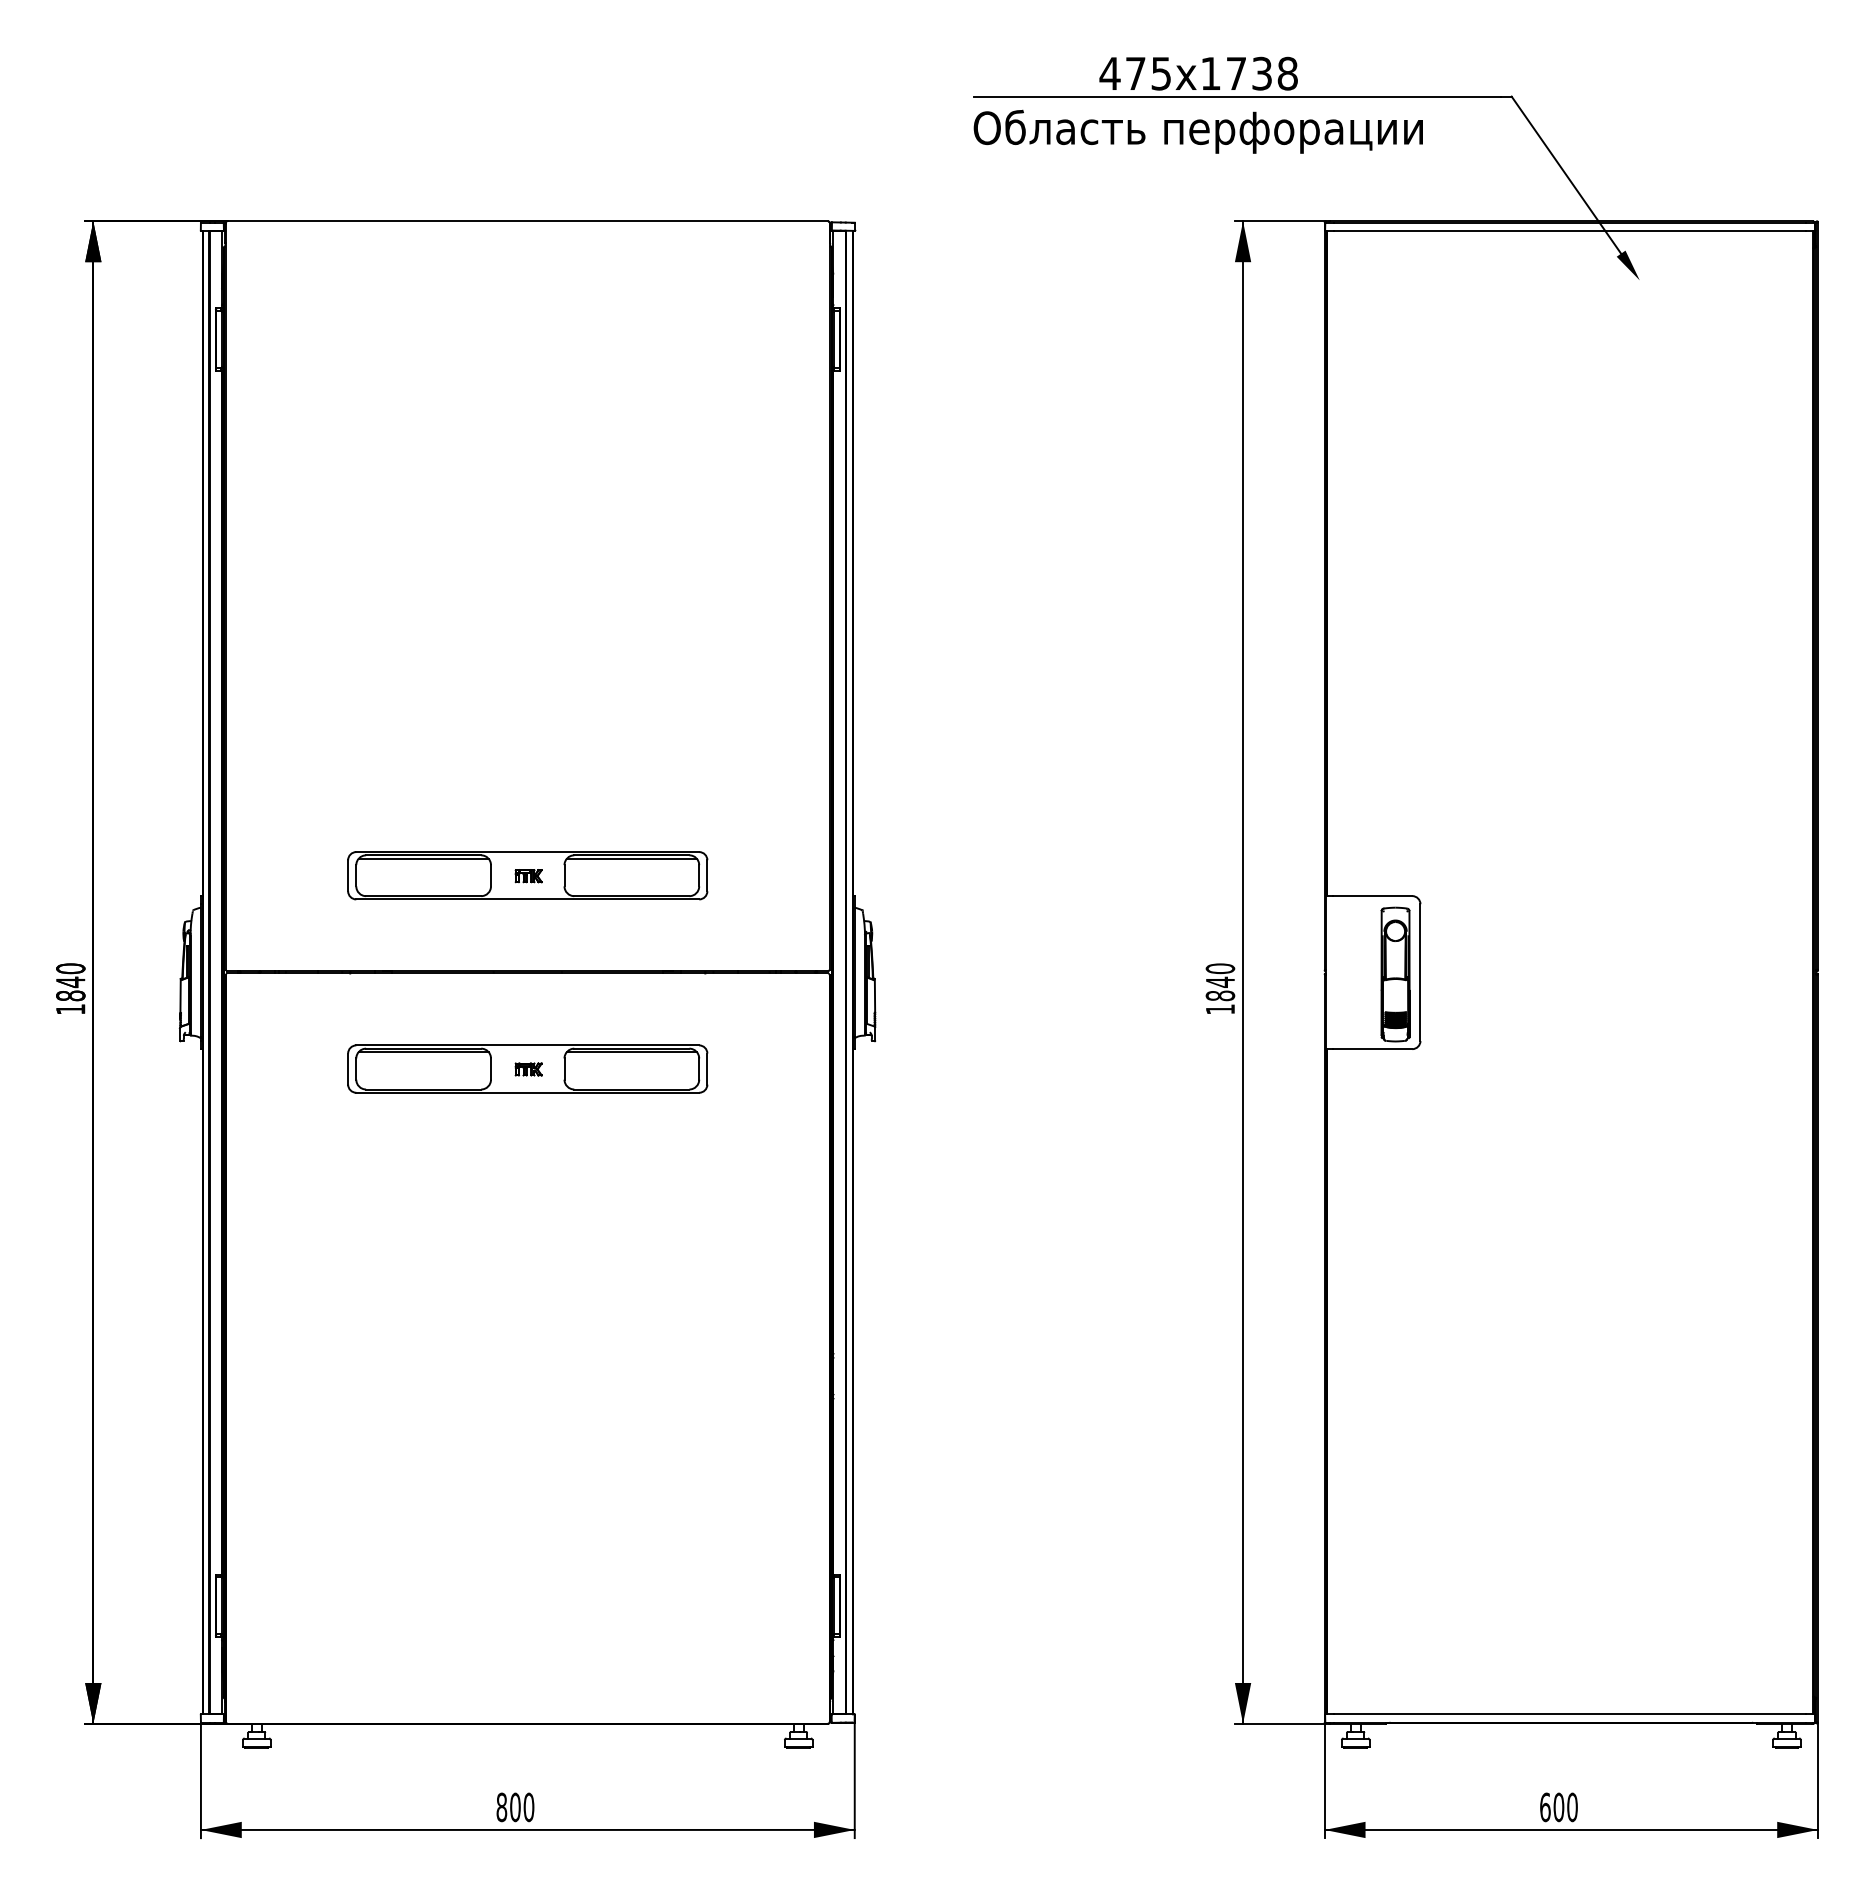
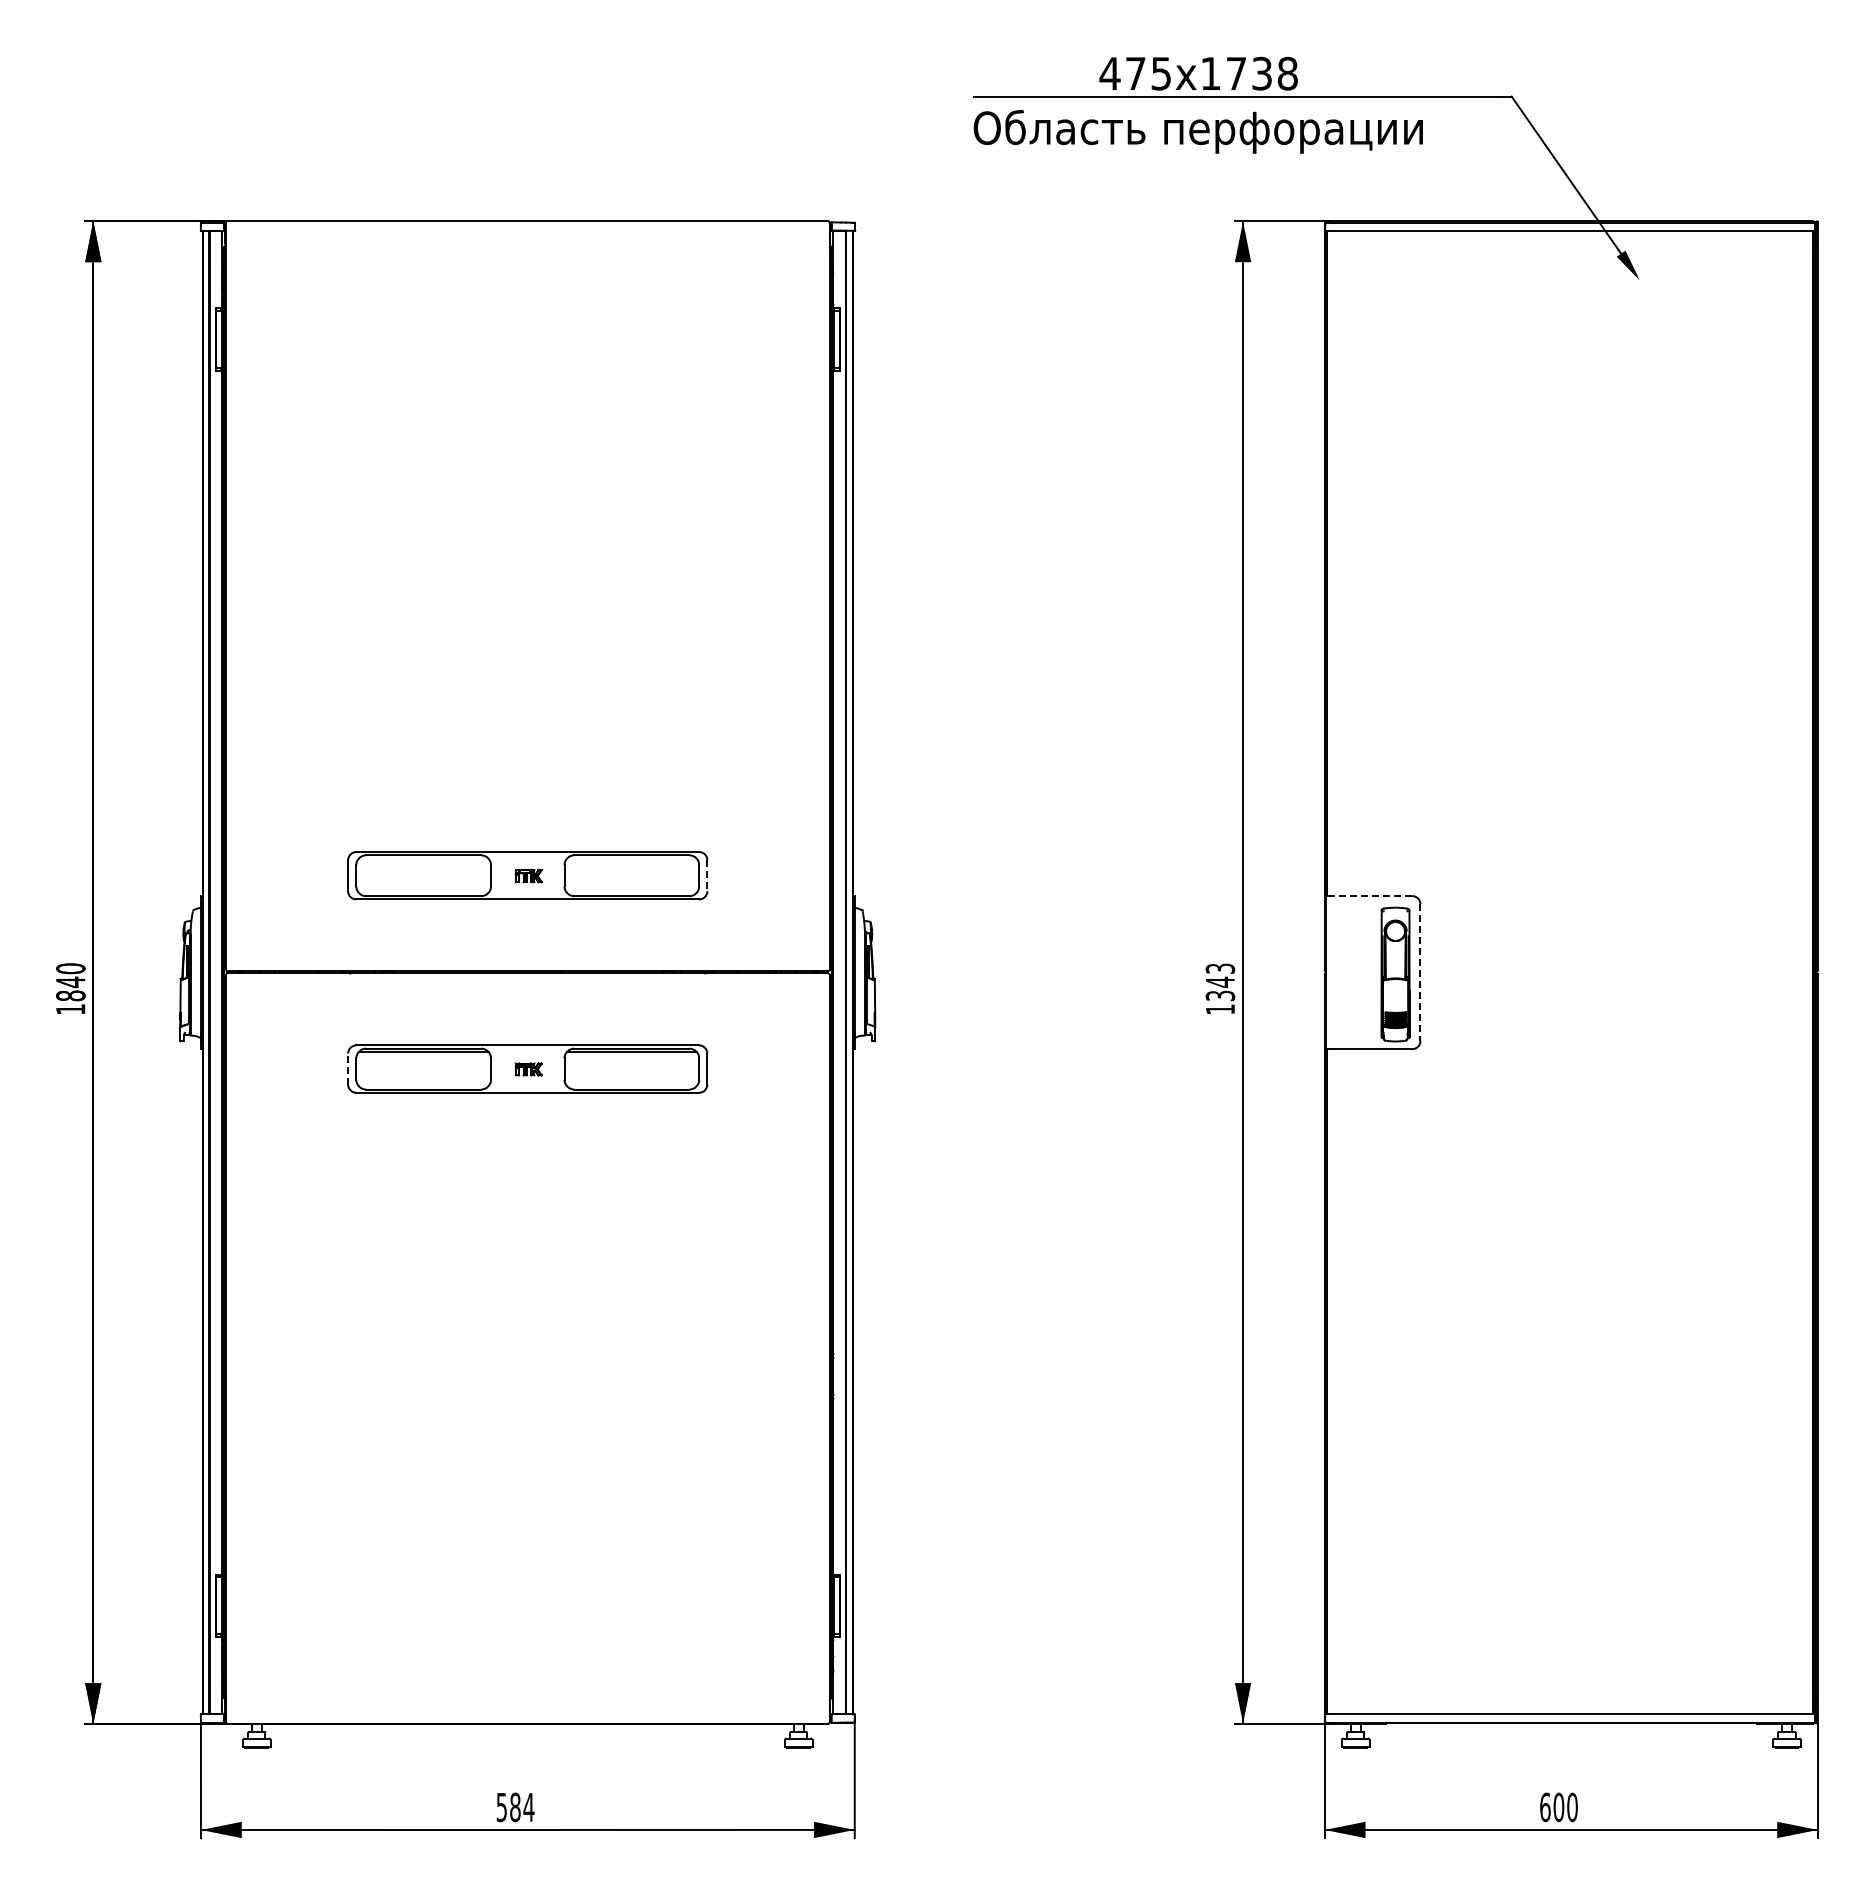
line at (423, 858): present -> none
line at (631, 858): present -> none
line at (707, 875): solid -> dashed
line at (1372, 896): solid -> dashed
line at (1420, 973): solid -> dashed
text at (1220, 982): 1840 -> 1343
line at (348, 1069): solid -> dashed
text at (515, 1807): 800 -> 584
